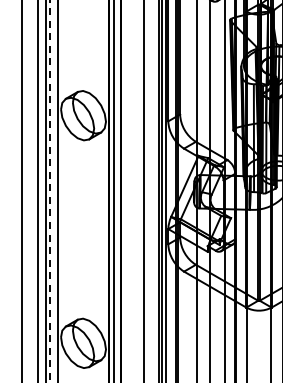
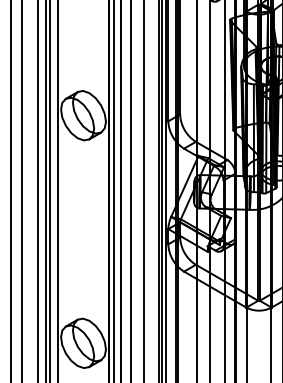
line at (10, 190): none -> present
line at (130, 190): none -> present
line at (50, 192): dashed -> solid
